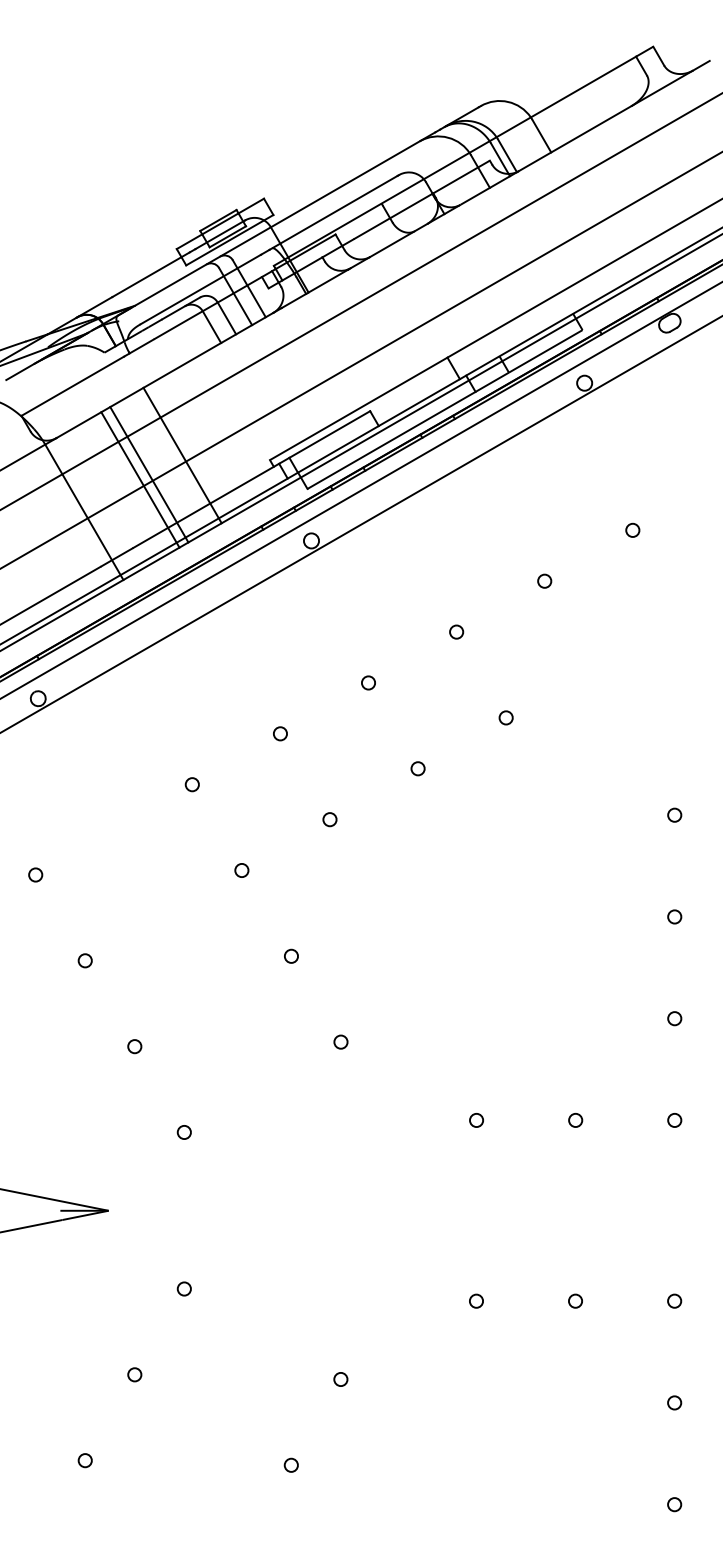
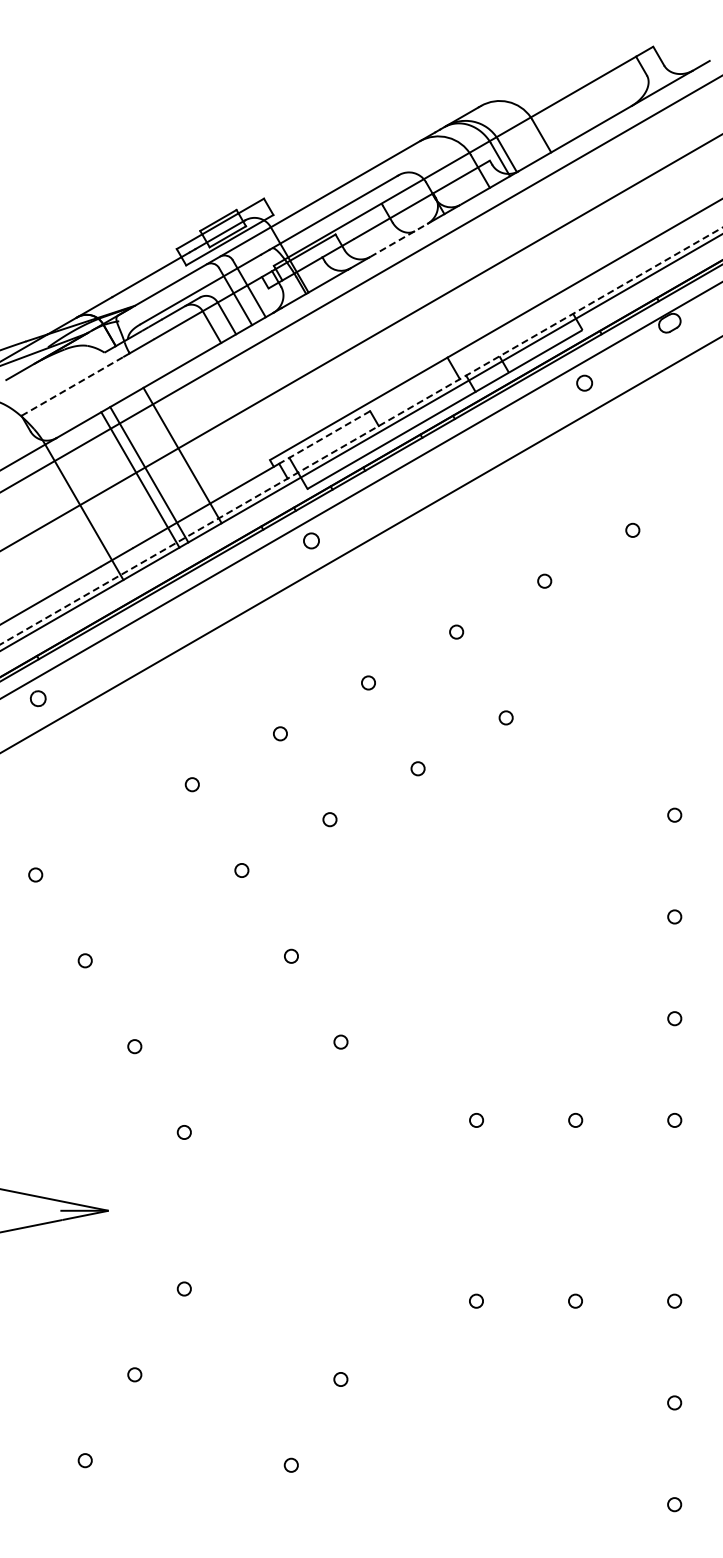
line at (398, 240): solid -> dashed
line at (360, 301) position: (360, 301) -> (360, 284)
line at (360, 360) position: (360, 360) -> (360, 343)
line at (73, 386): solid -> dashed
line at (361, 435): solid -> dashed
line at (324, 437): solid -> dashed
line at (360, 524) position: (360, 524) -> (360, 545)
